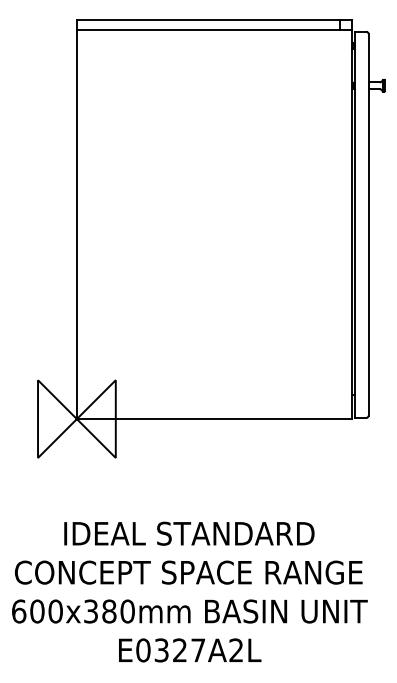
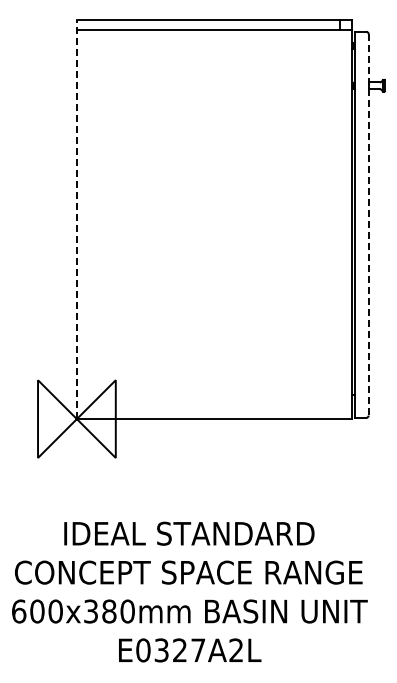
line at (76, 219): solid -> dashed
line at (368, 224): solid -> dashed
